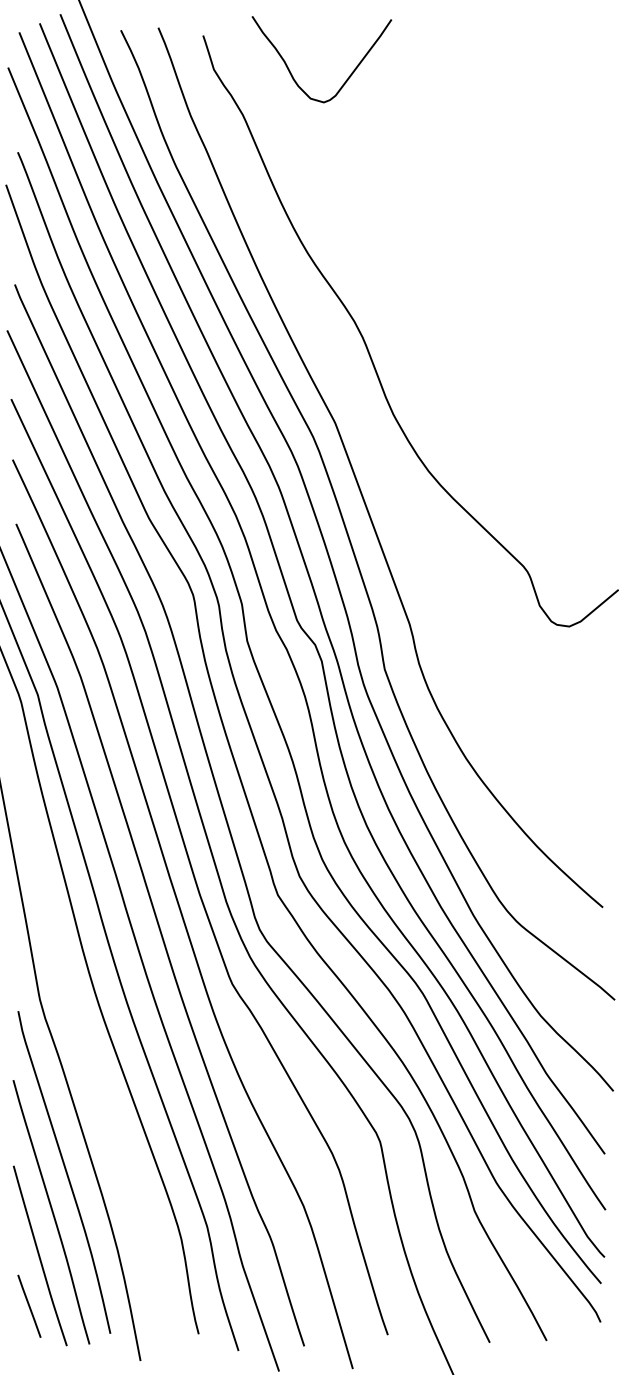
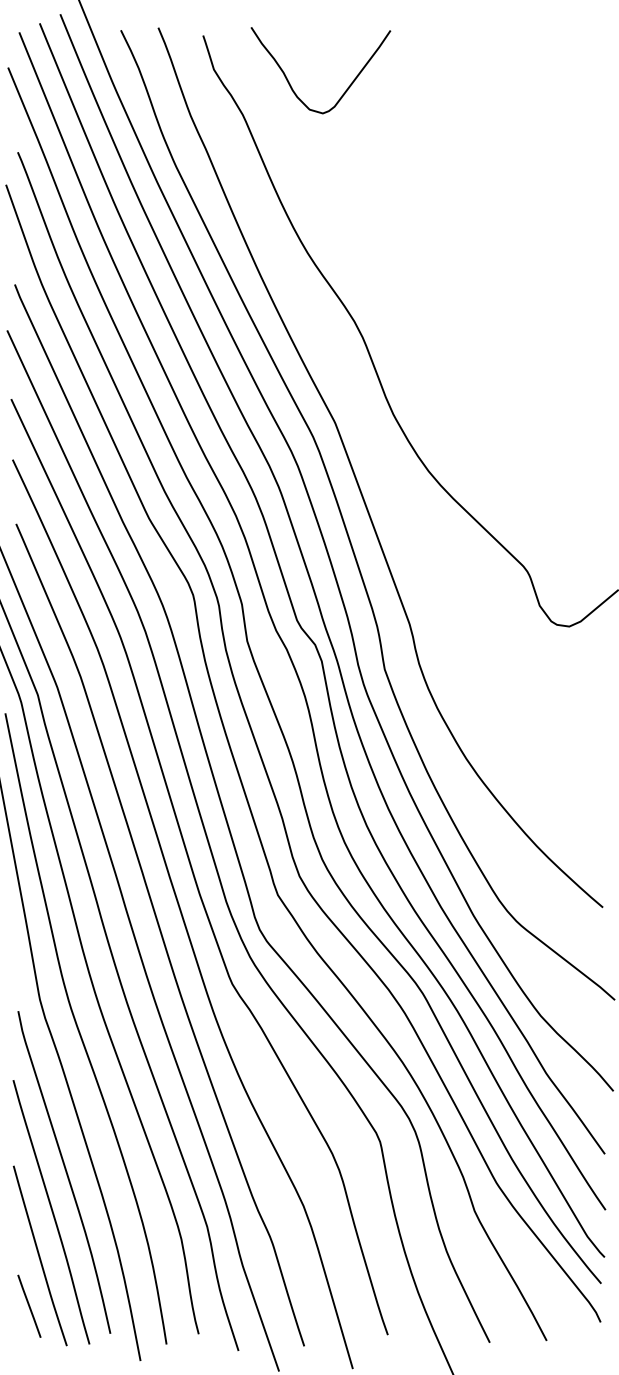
curve at (345, 80) position: (345, 80) -> (344, 91)
curve at (79, 1029): none -> present
